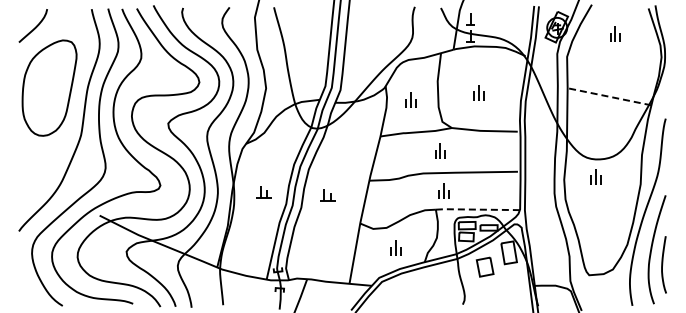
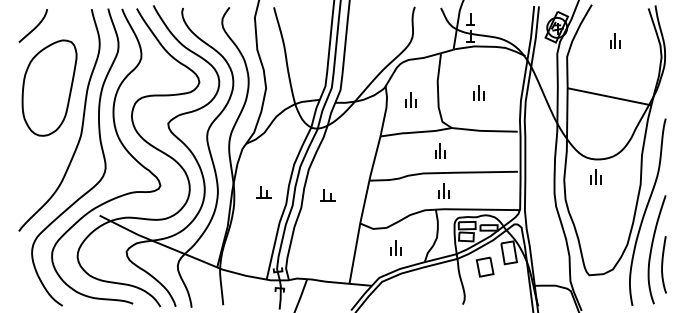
part at (615, 33) position: (615, 33) -> (615, 40)
line at (609, 96): dashed -> solid
line at (477, 209): dashed -> solid
